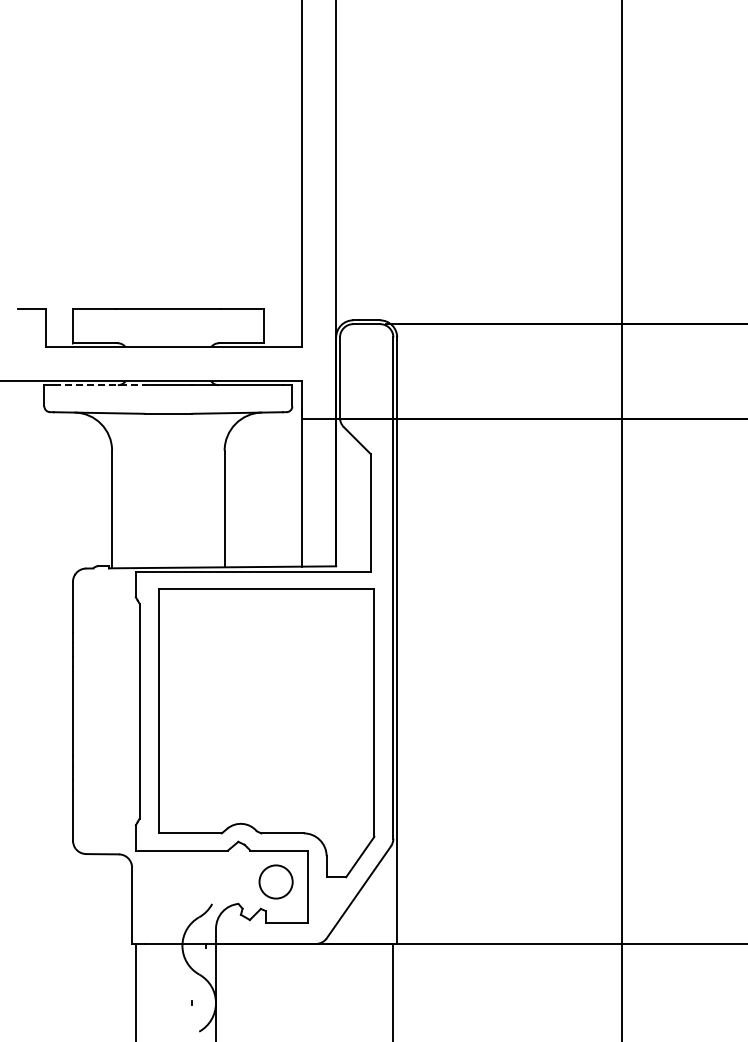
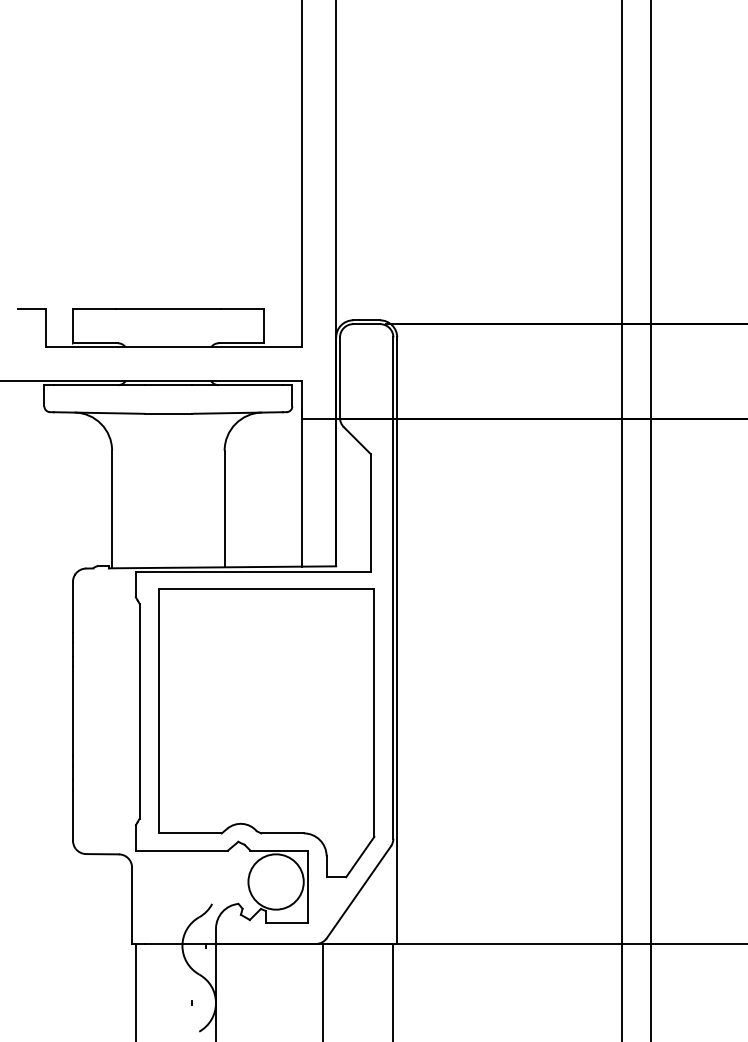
line at (99, 385): dashed -> solid
line at (650, 520): none -> present
circle at (275, 881) diameter: 33 px -> 55 px
line at (322, 990): none -> present
